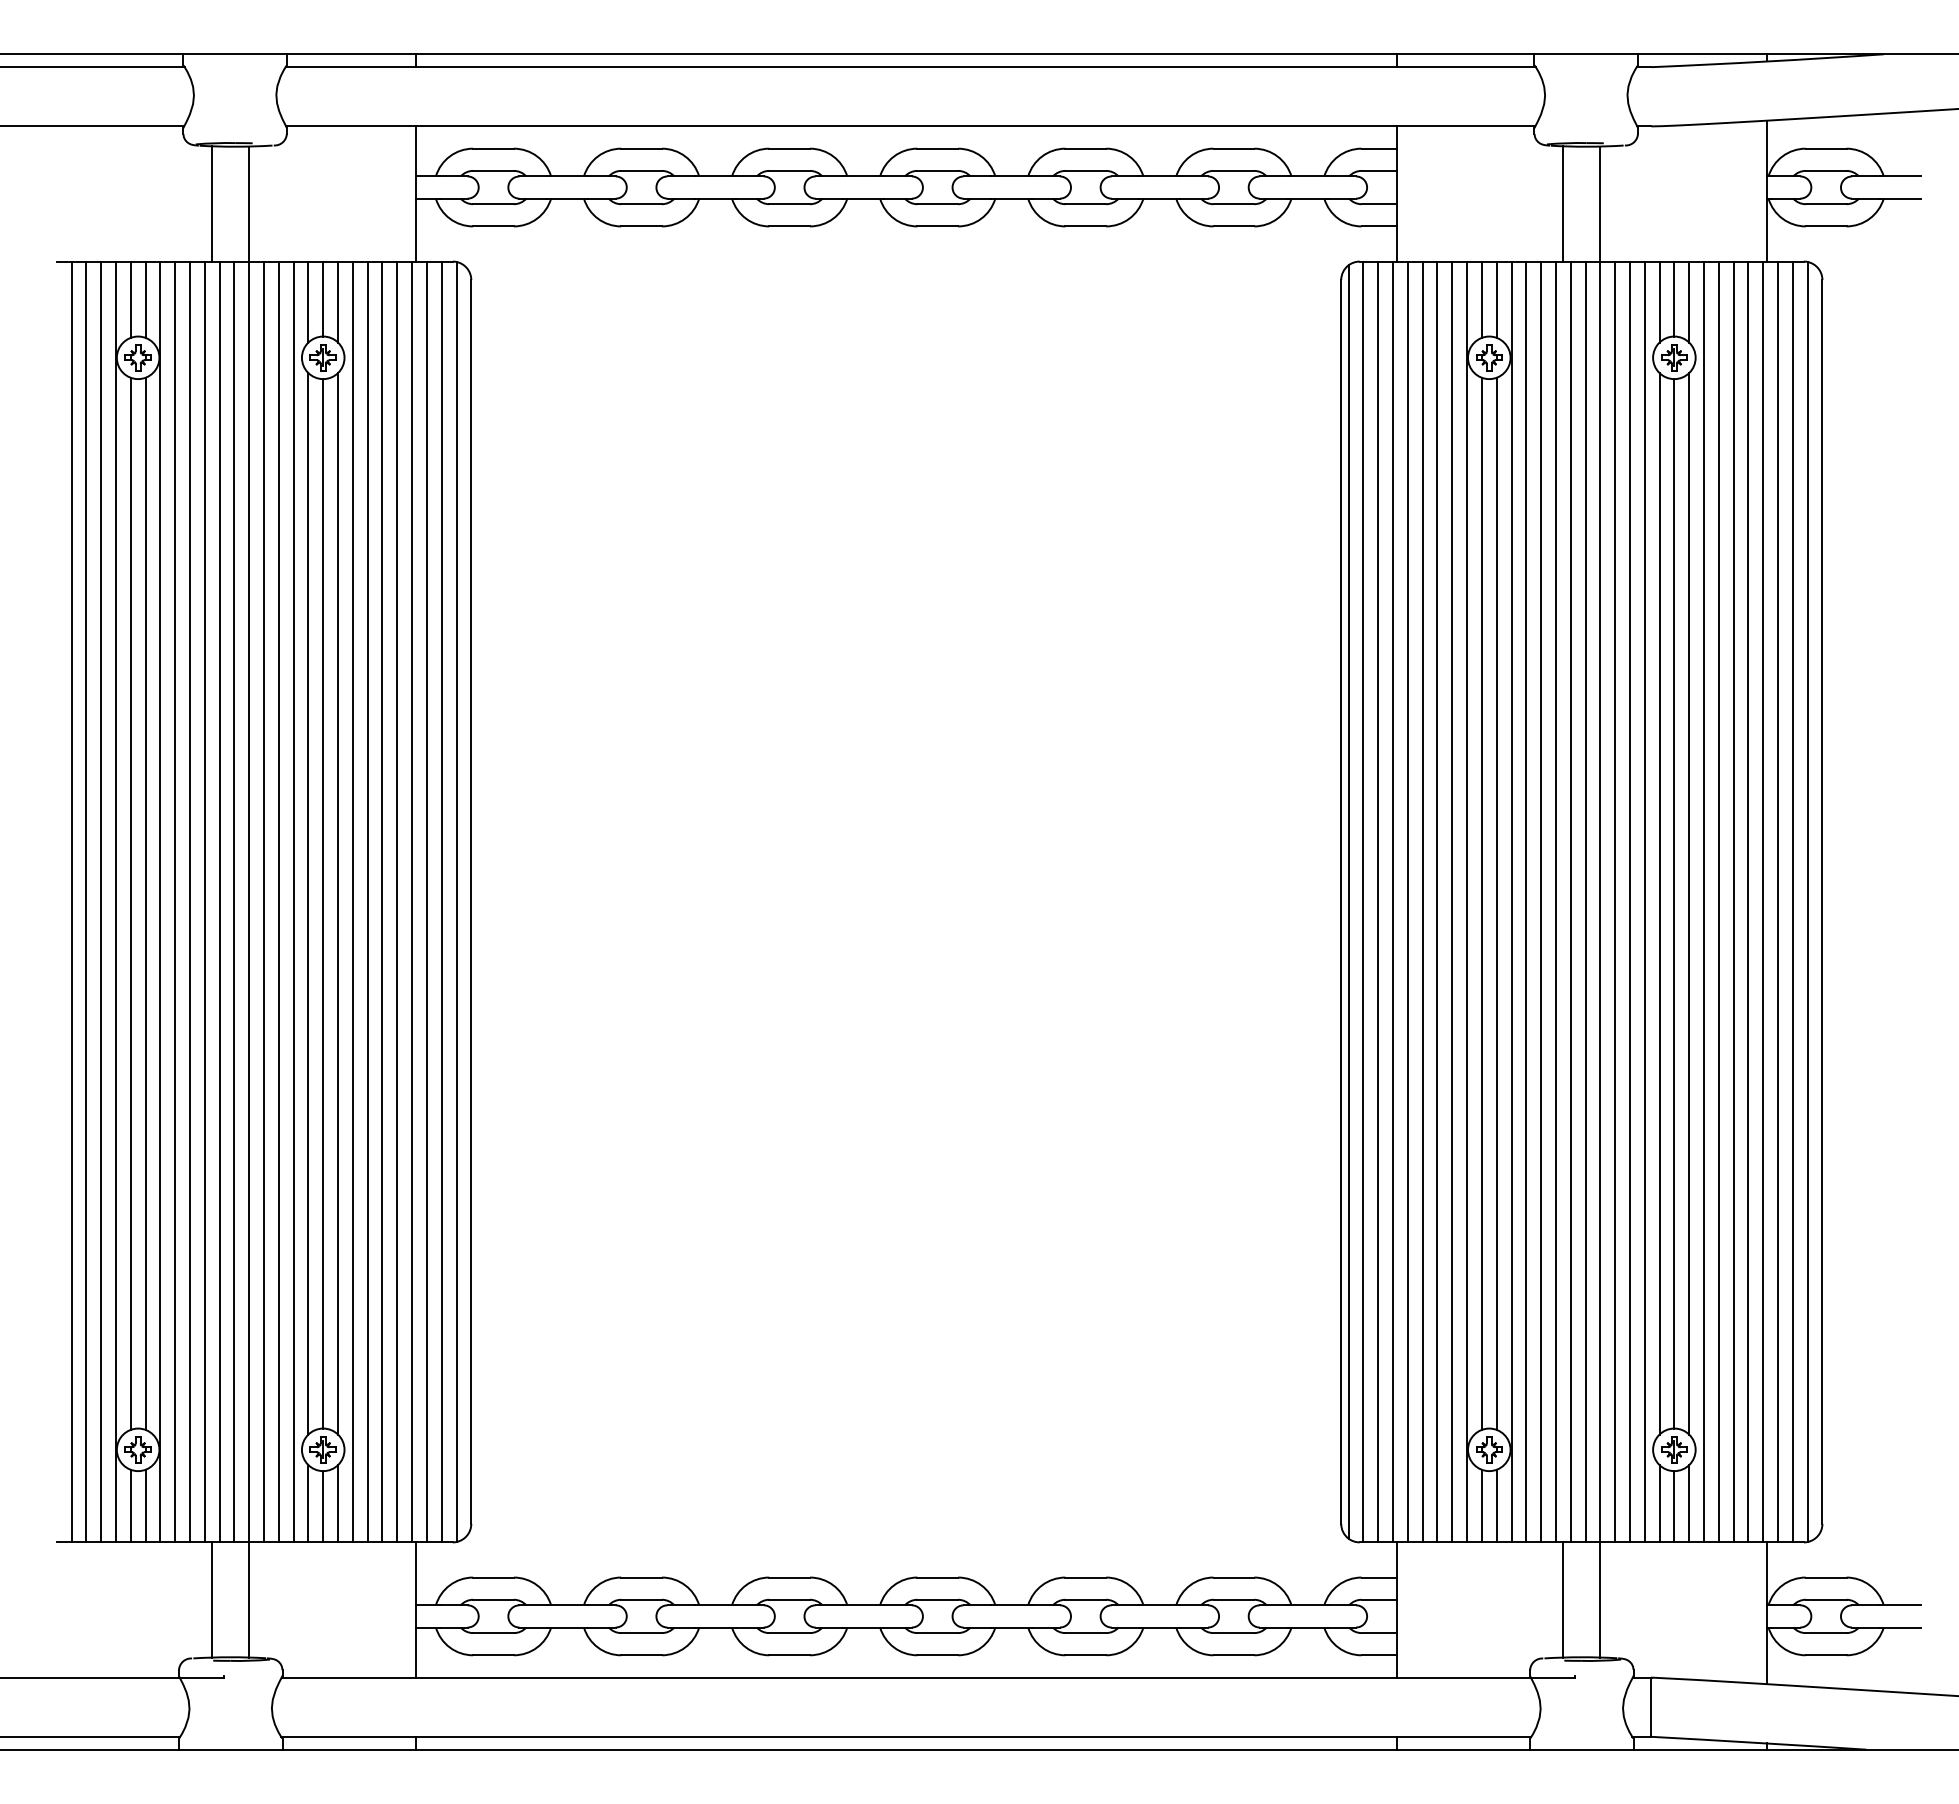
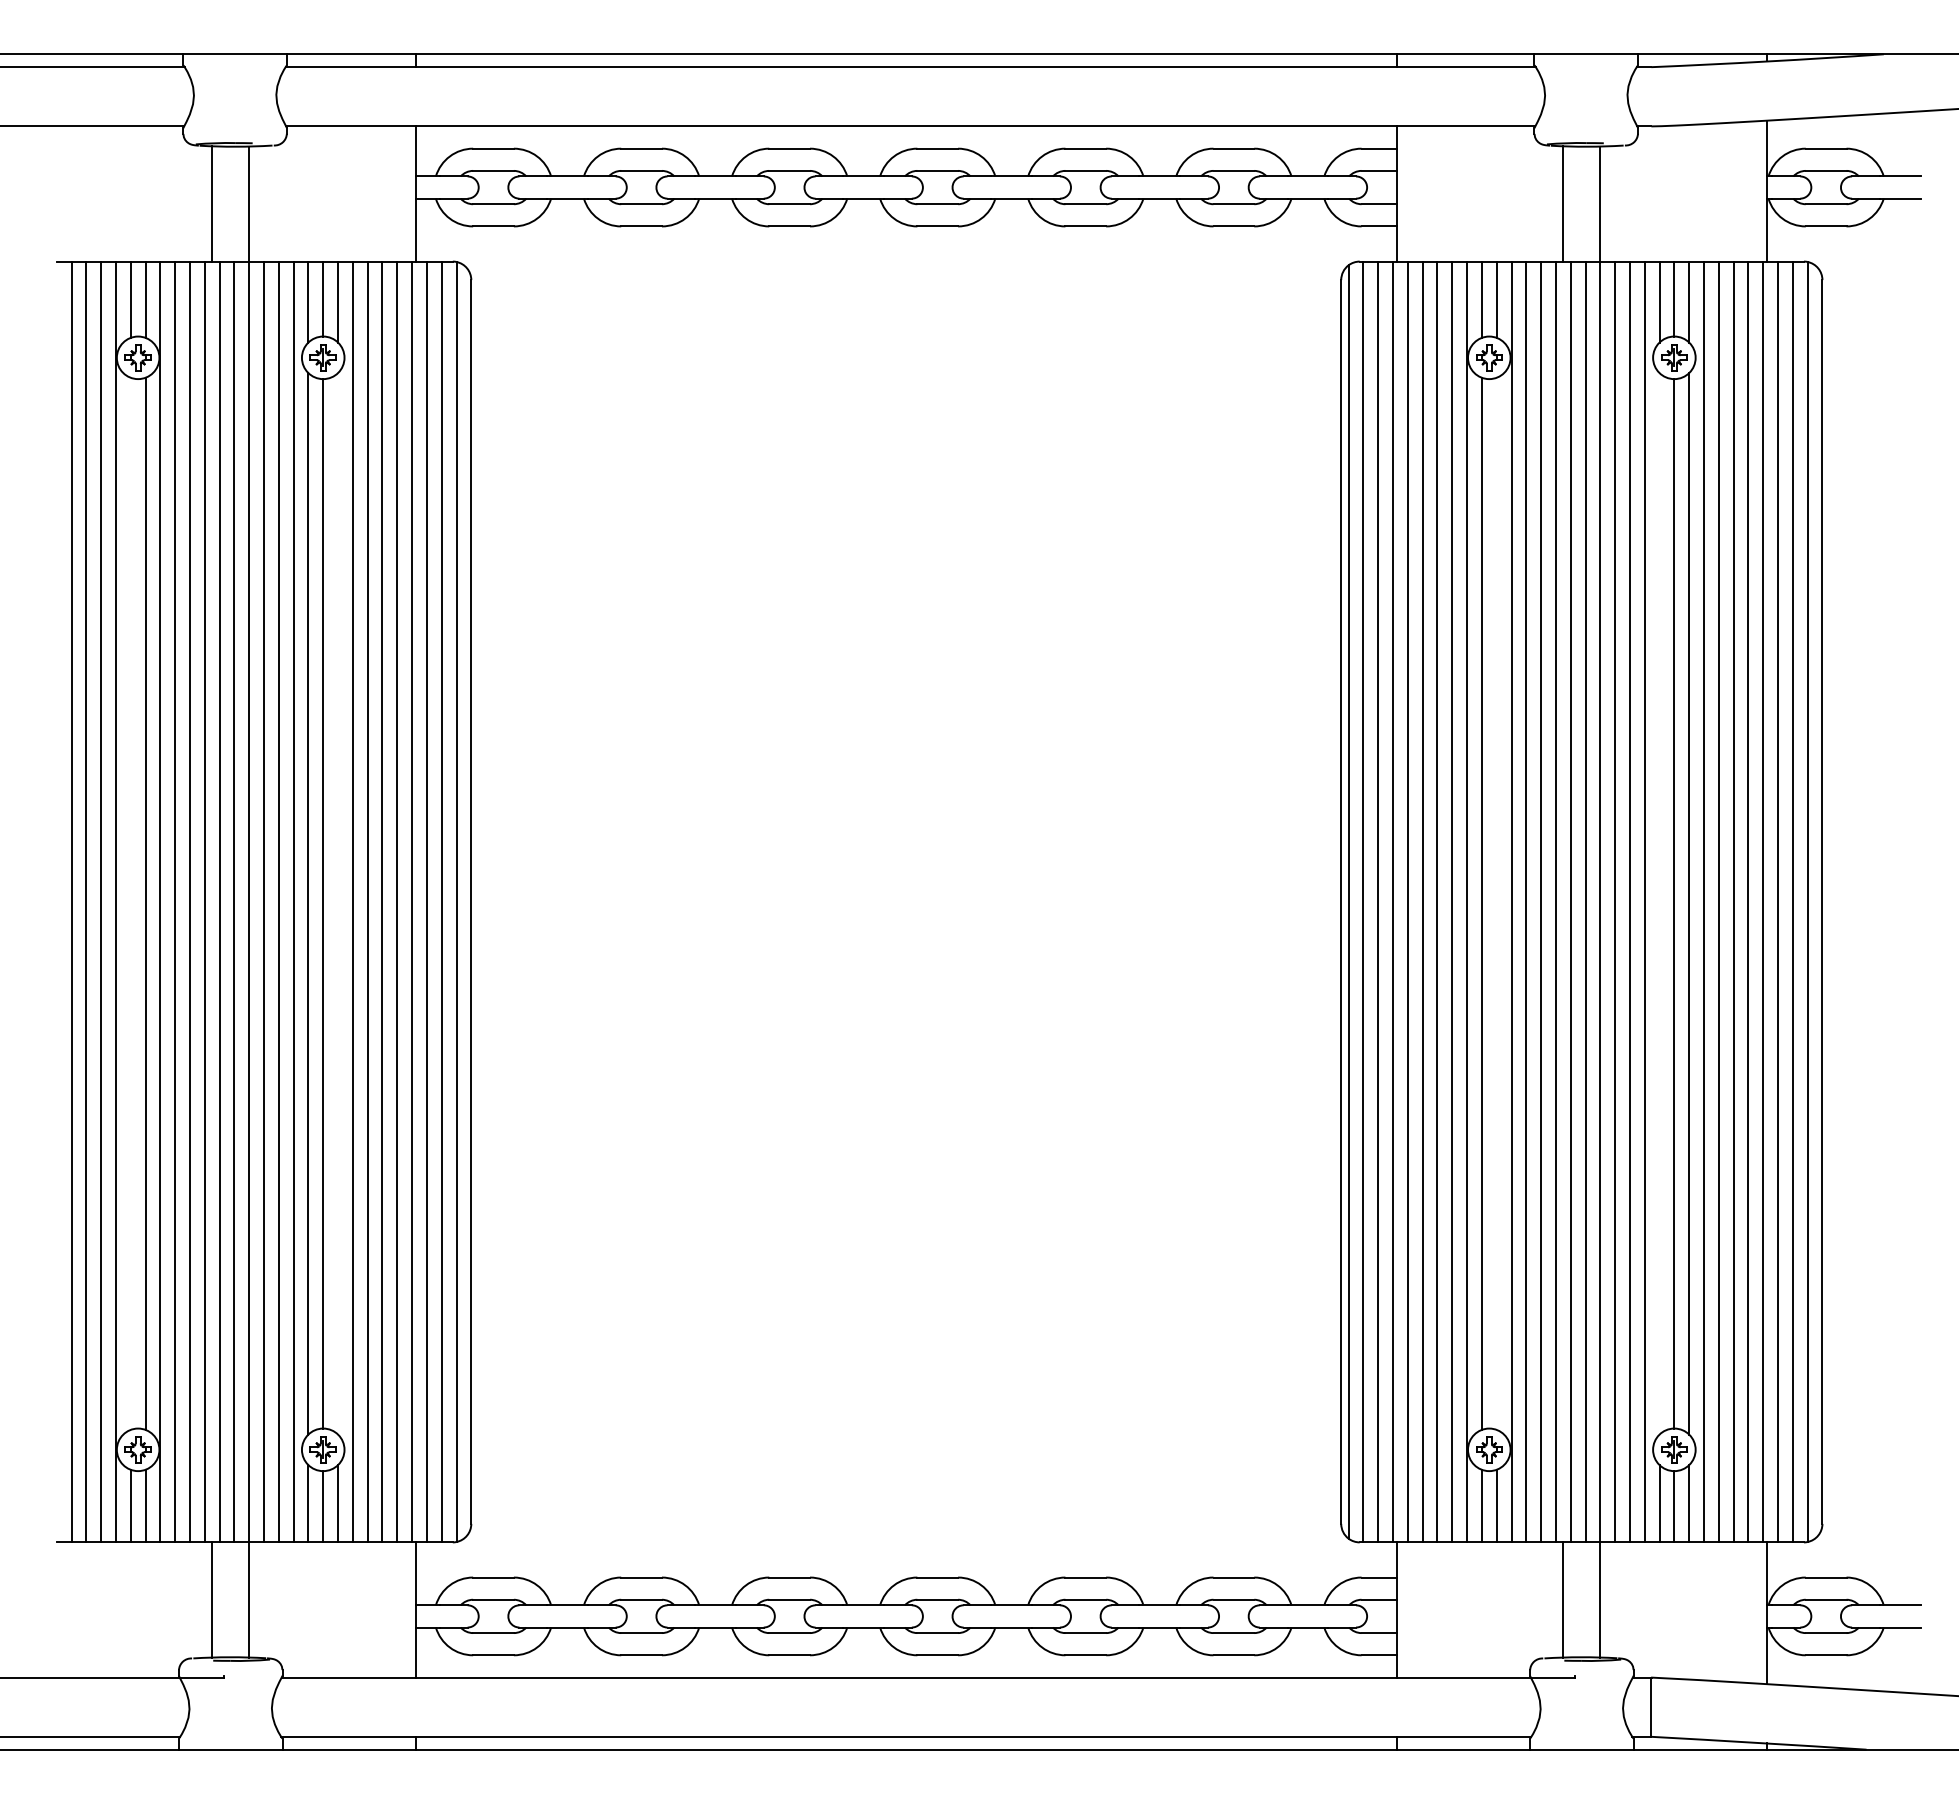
line at (130, 903): present -> none
line at (338, 903): present -> none
line at (1496, 903): present -> none
line at (1659, 903): present -> none
